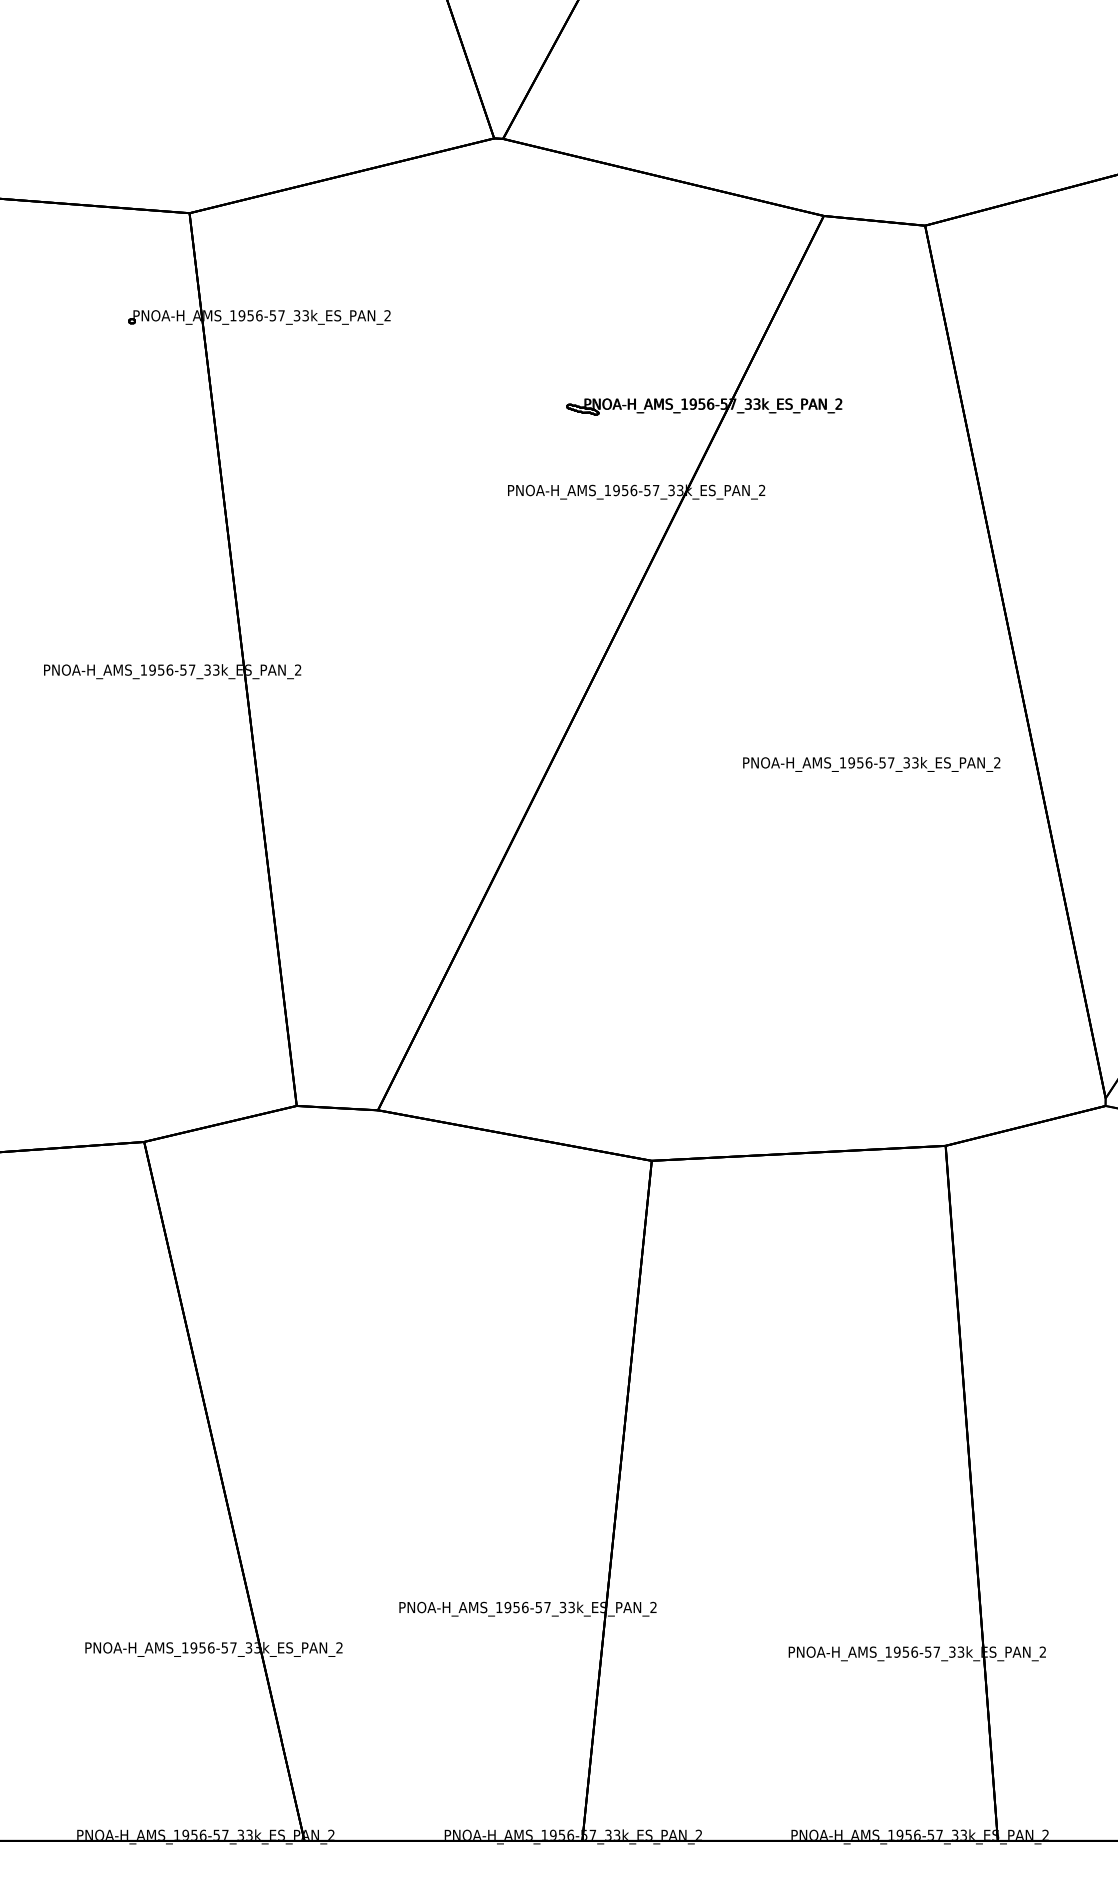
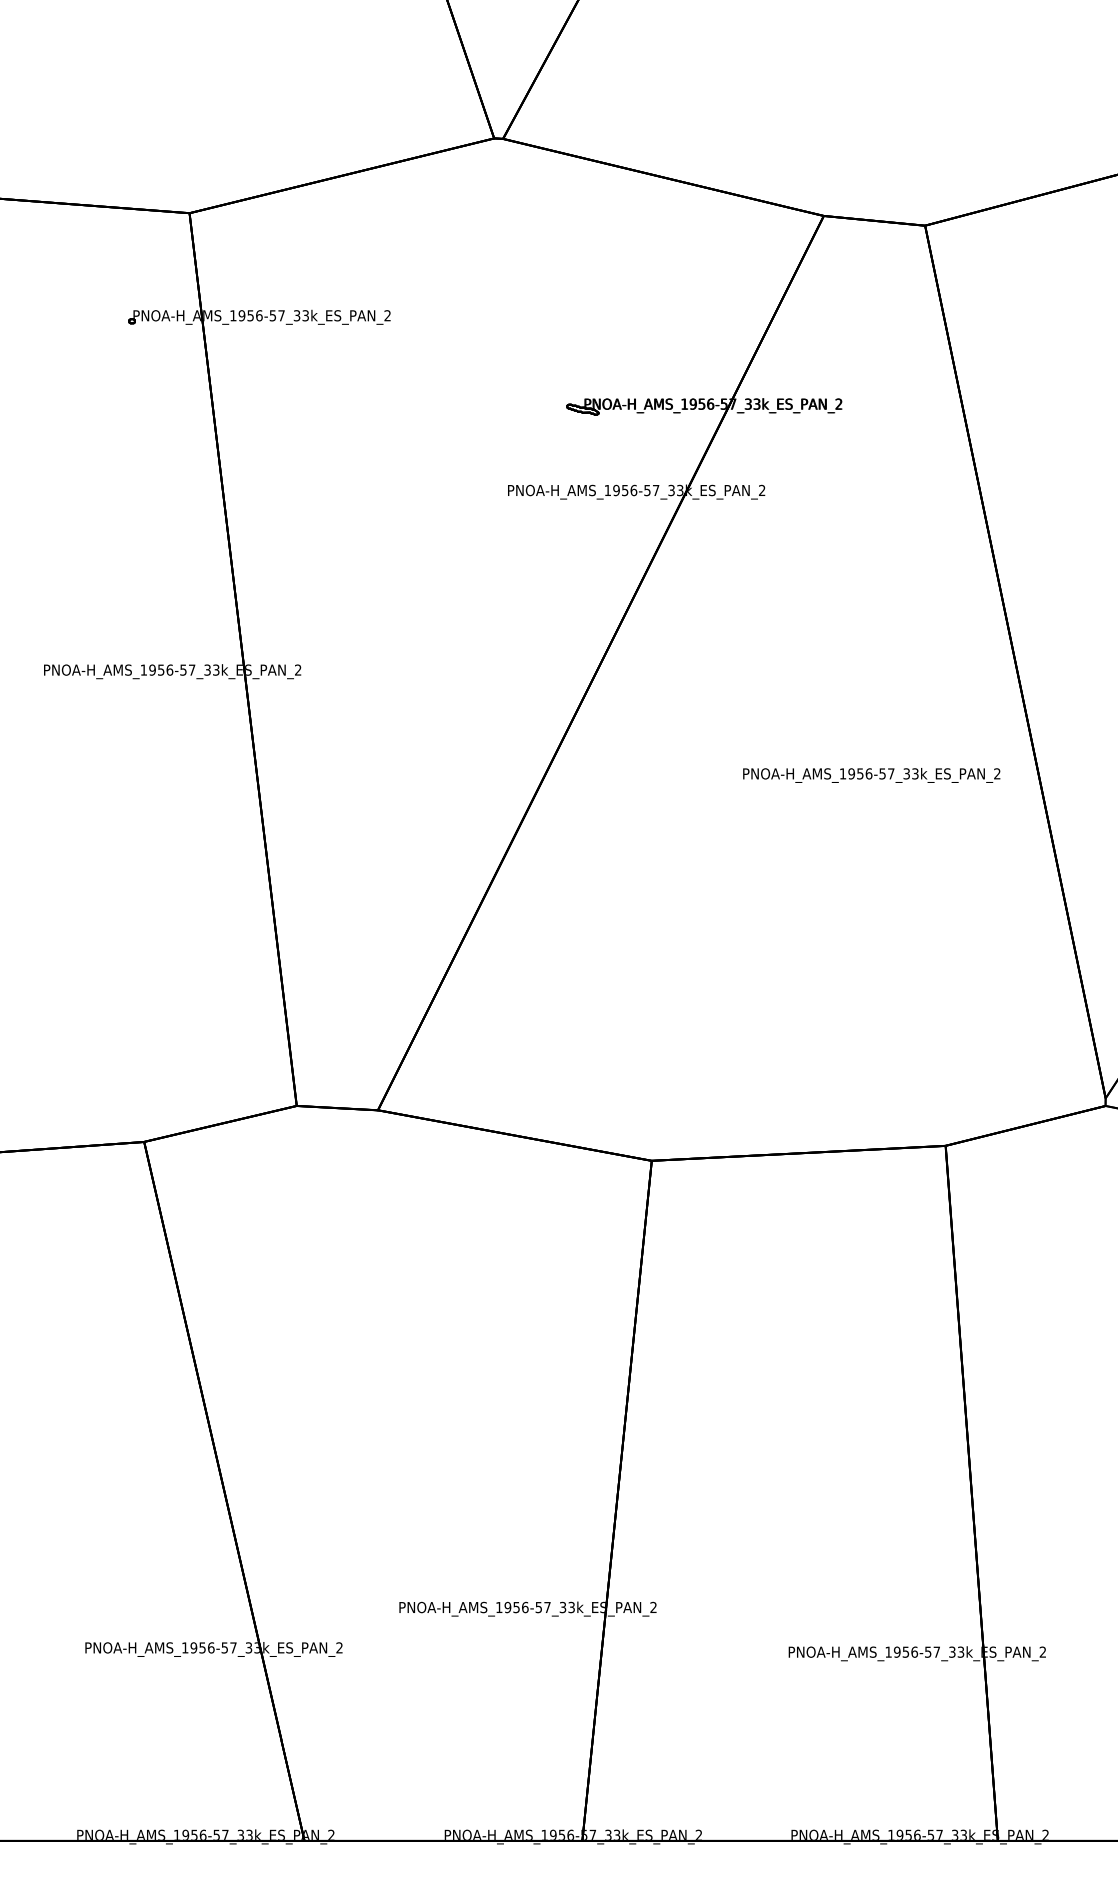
text at (871, 764) position: (871, 764) -> (871, 775)
